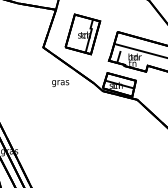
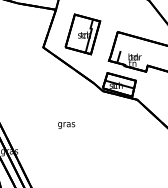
line at (139, 50): present -> none
text at (60, 83) position: (60, 83) -> (66, 125)
